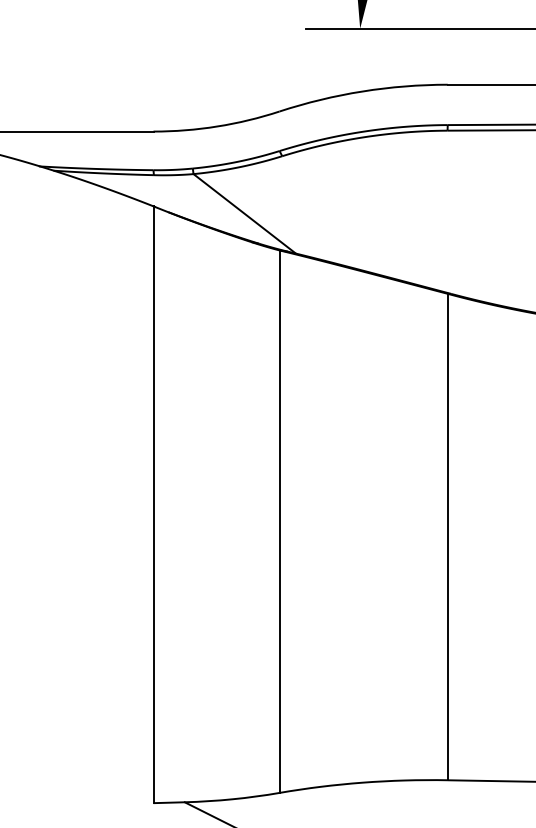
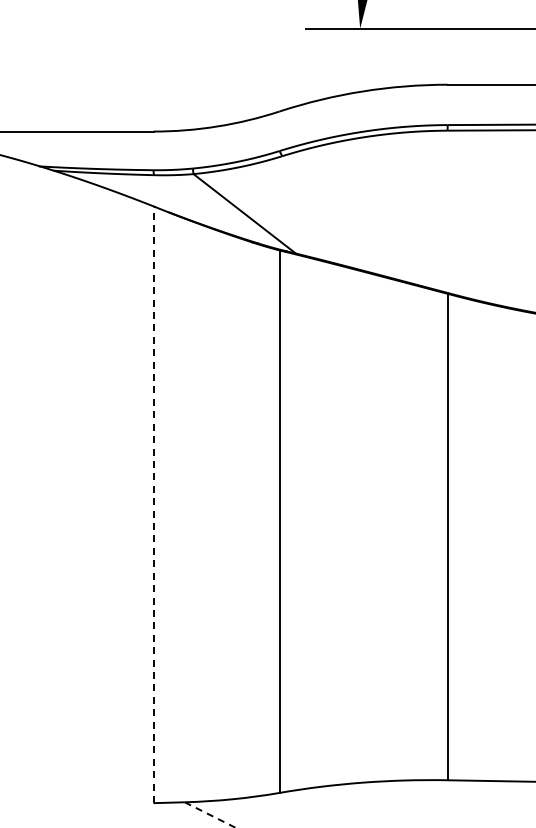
line at (153, 504): solid -> dashed
line at (210, 815): solid -> dashed
